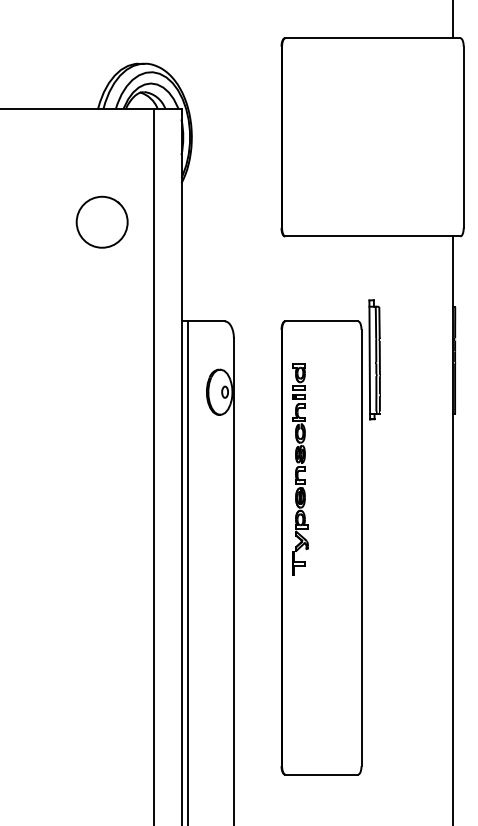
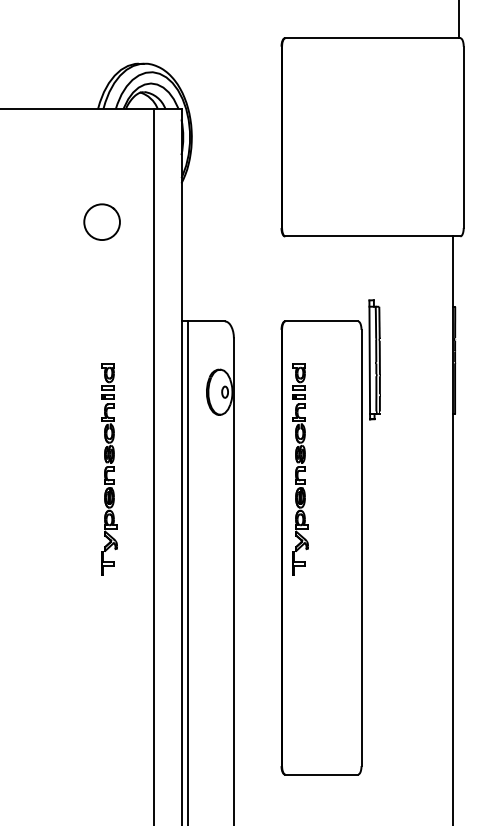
line at (453, 20) position: (453, 20) -> (459, 20)
part at (101, 221) size: 54x54 px -> 38x38 px
part at (109, 469): none -> present
